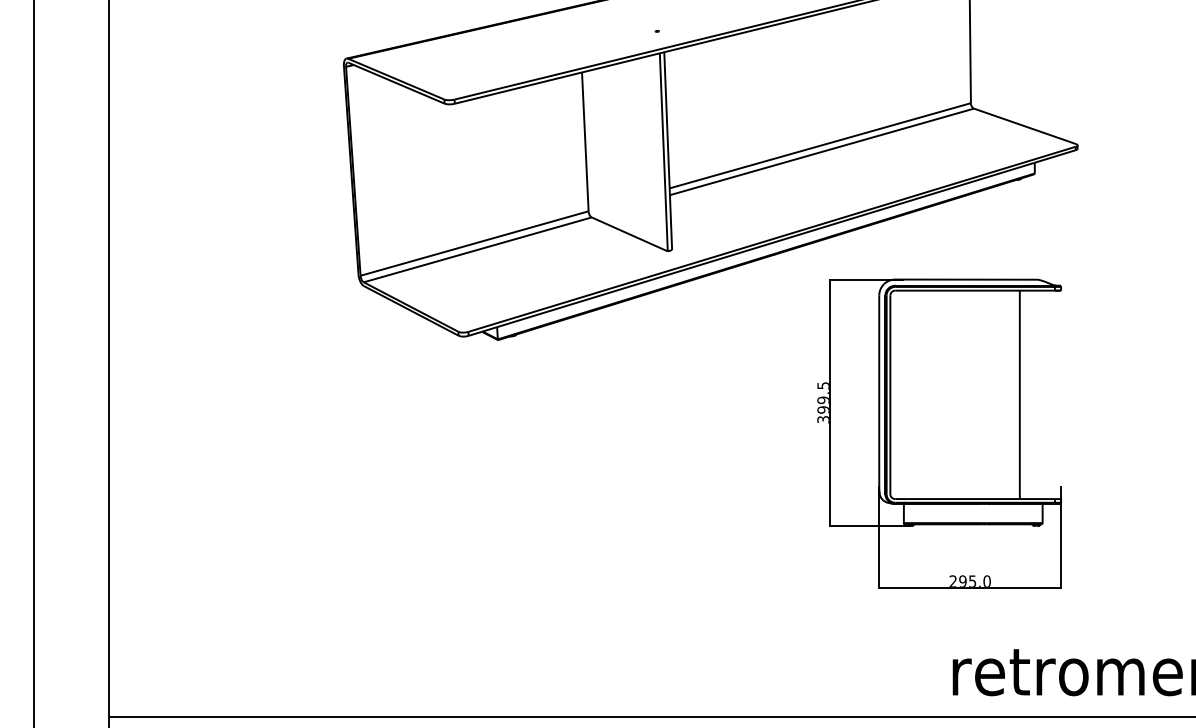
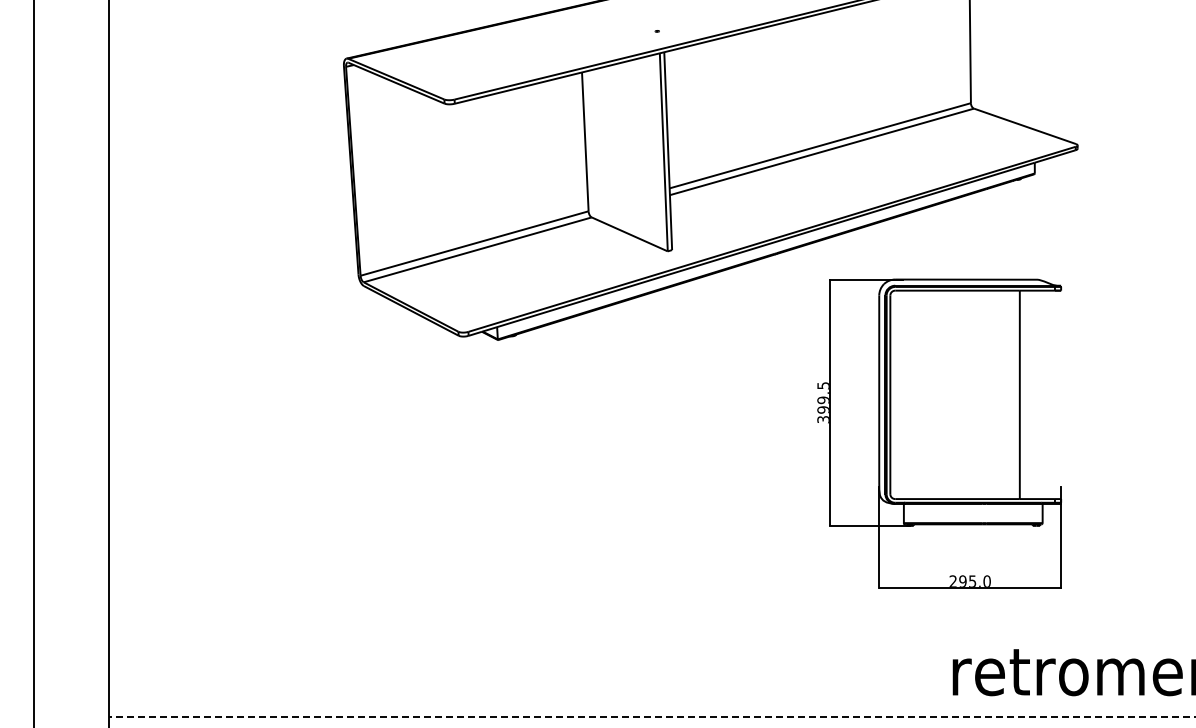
line at (652, 716): solid -> dashed
